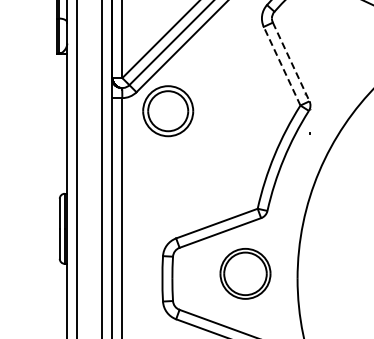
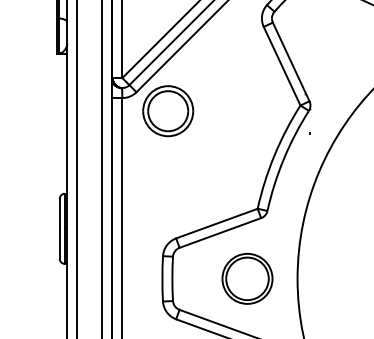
line at (291, 62): dashed -> solid
line at (281, 65): dashed -> solid
part at (245, 273) position: (245, 273) -> (247, 278)
